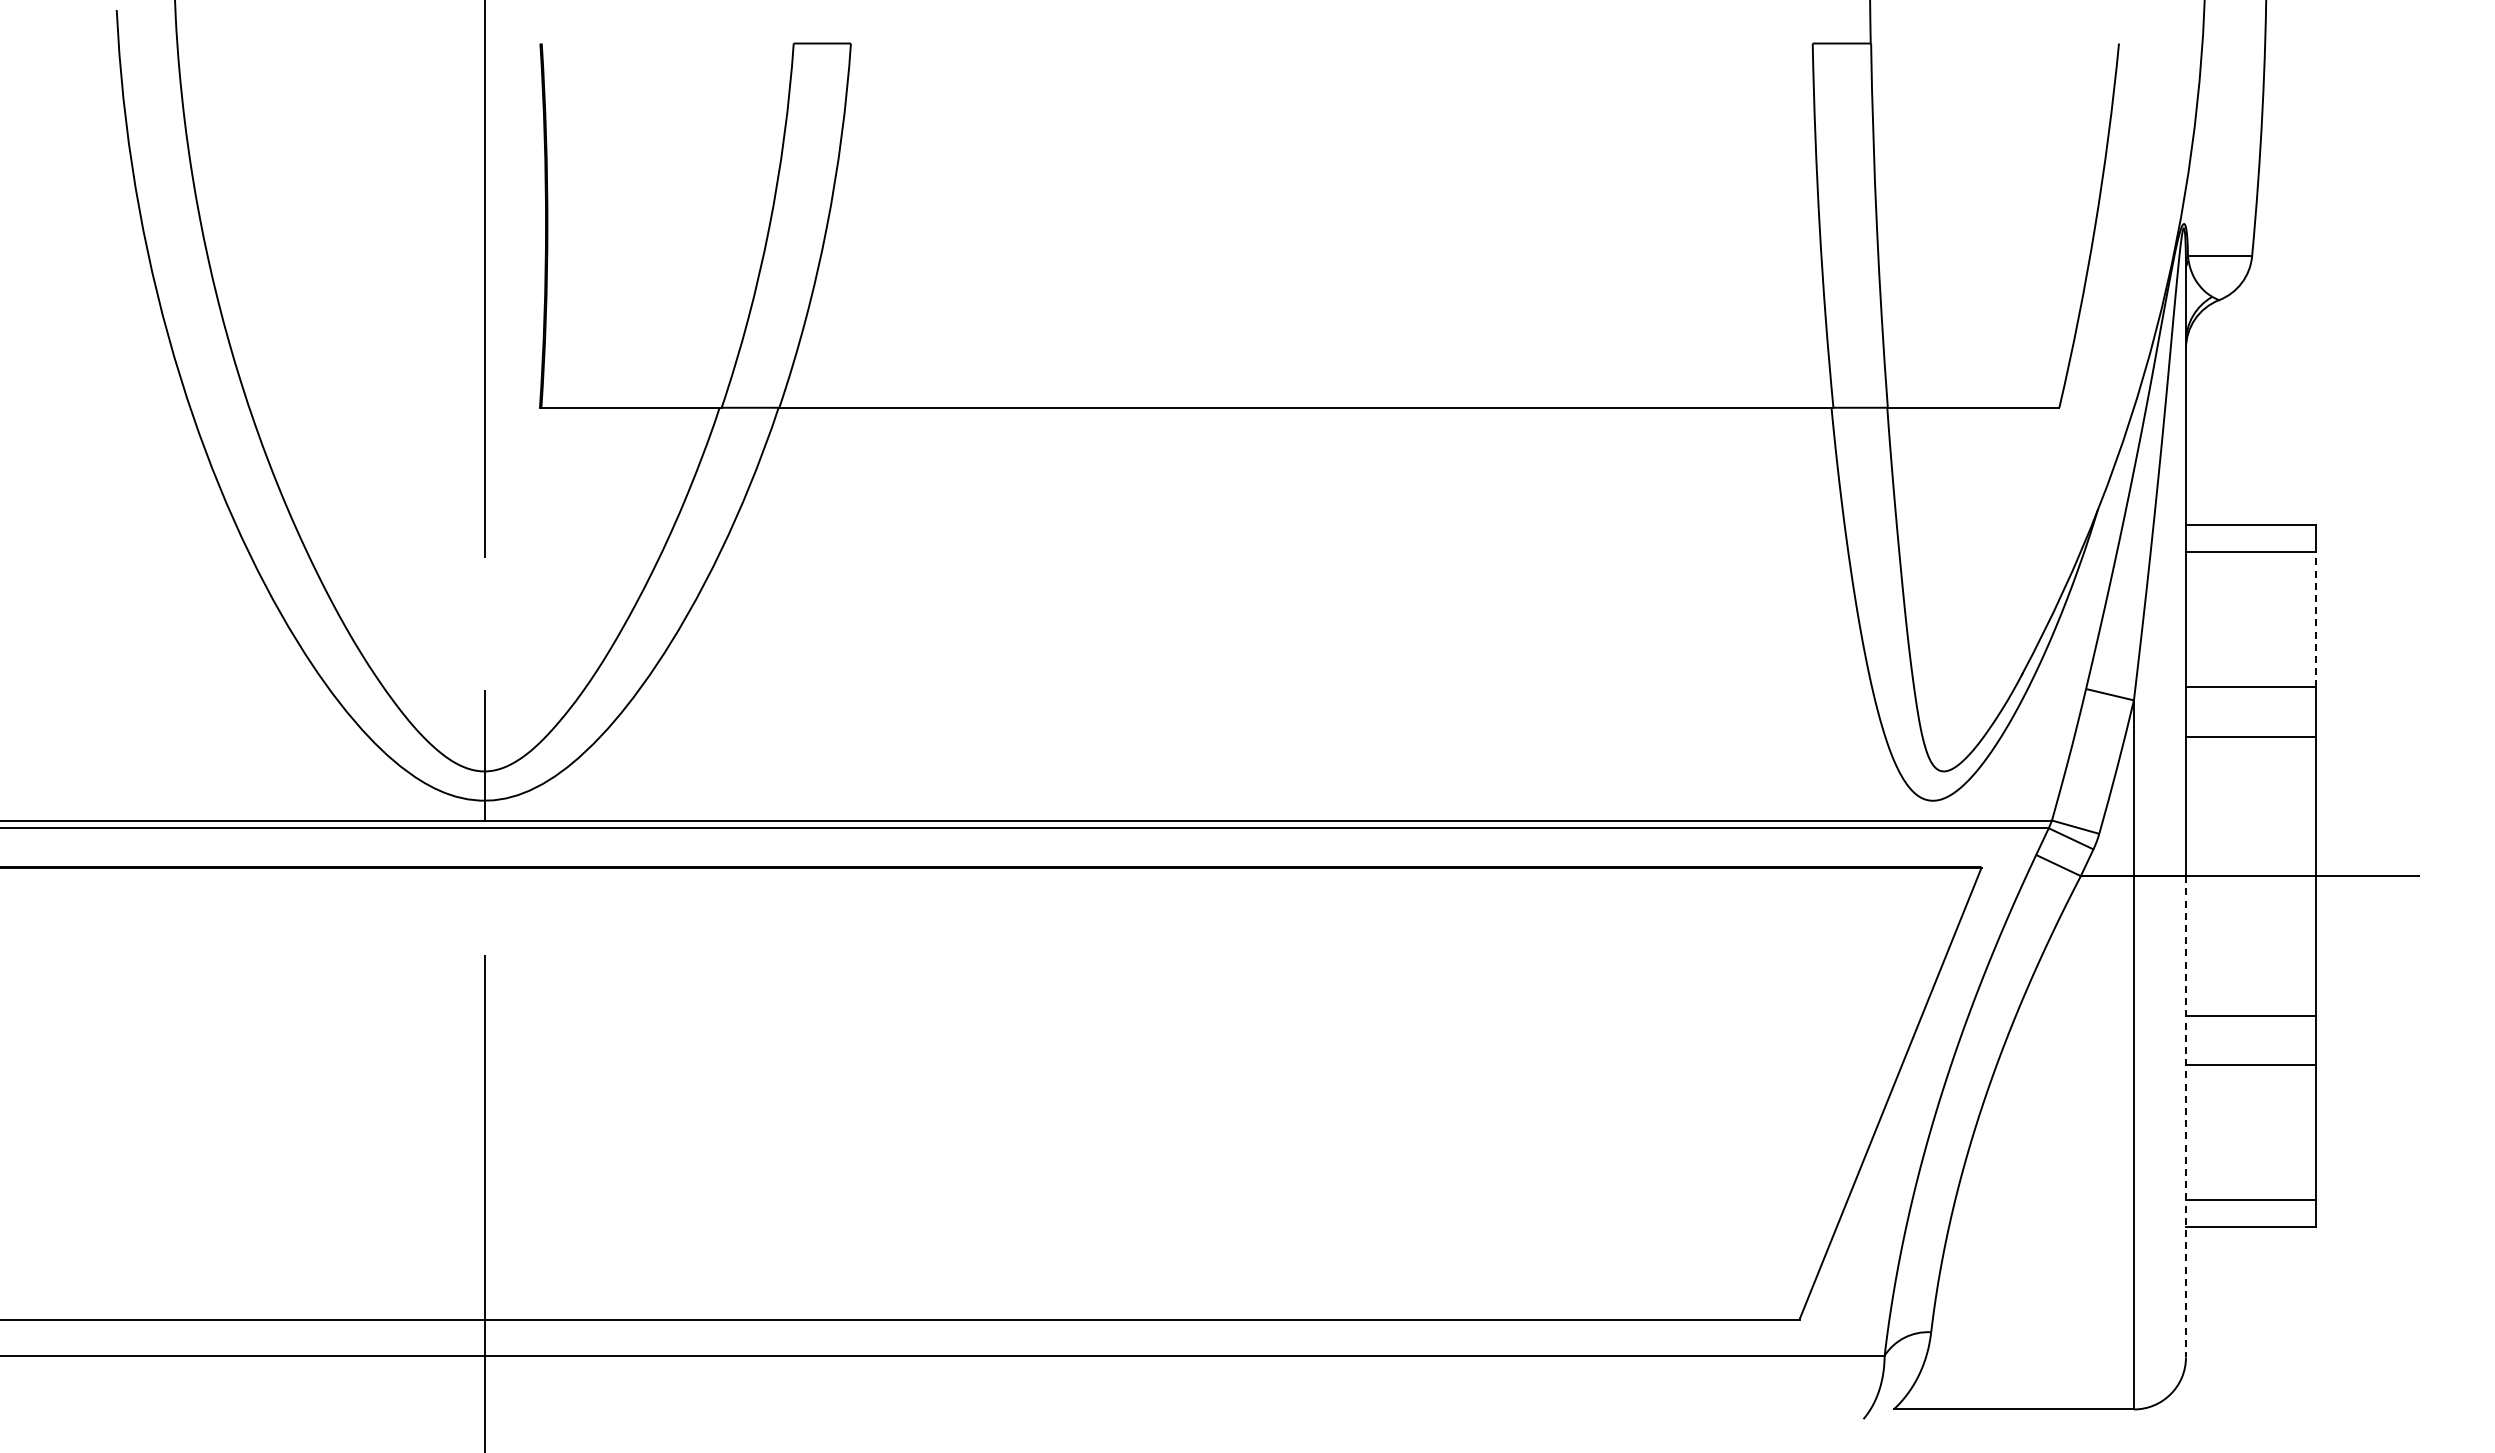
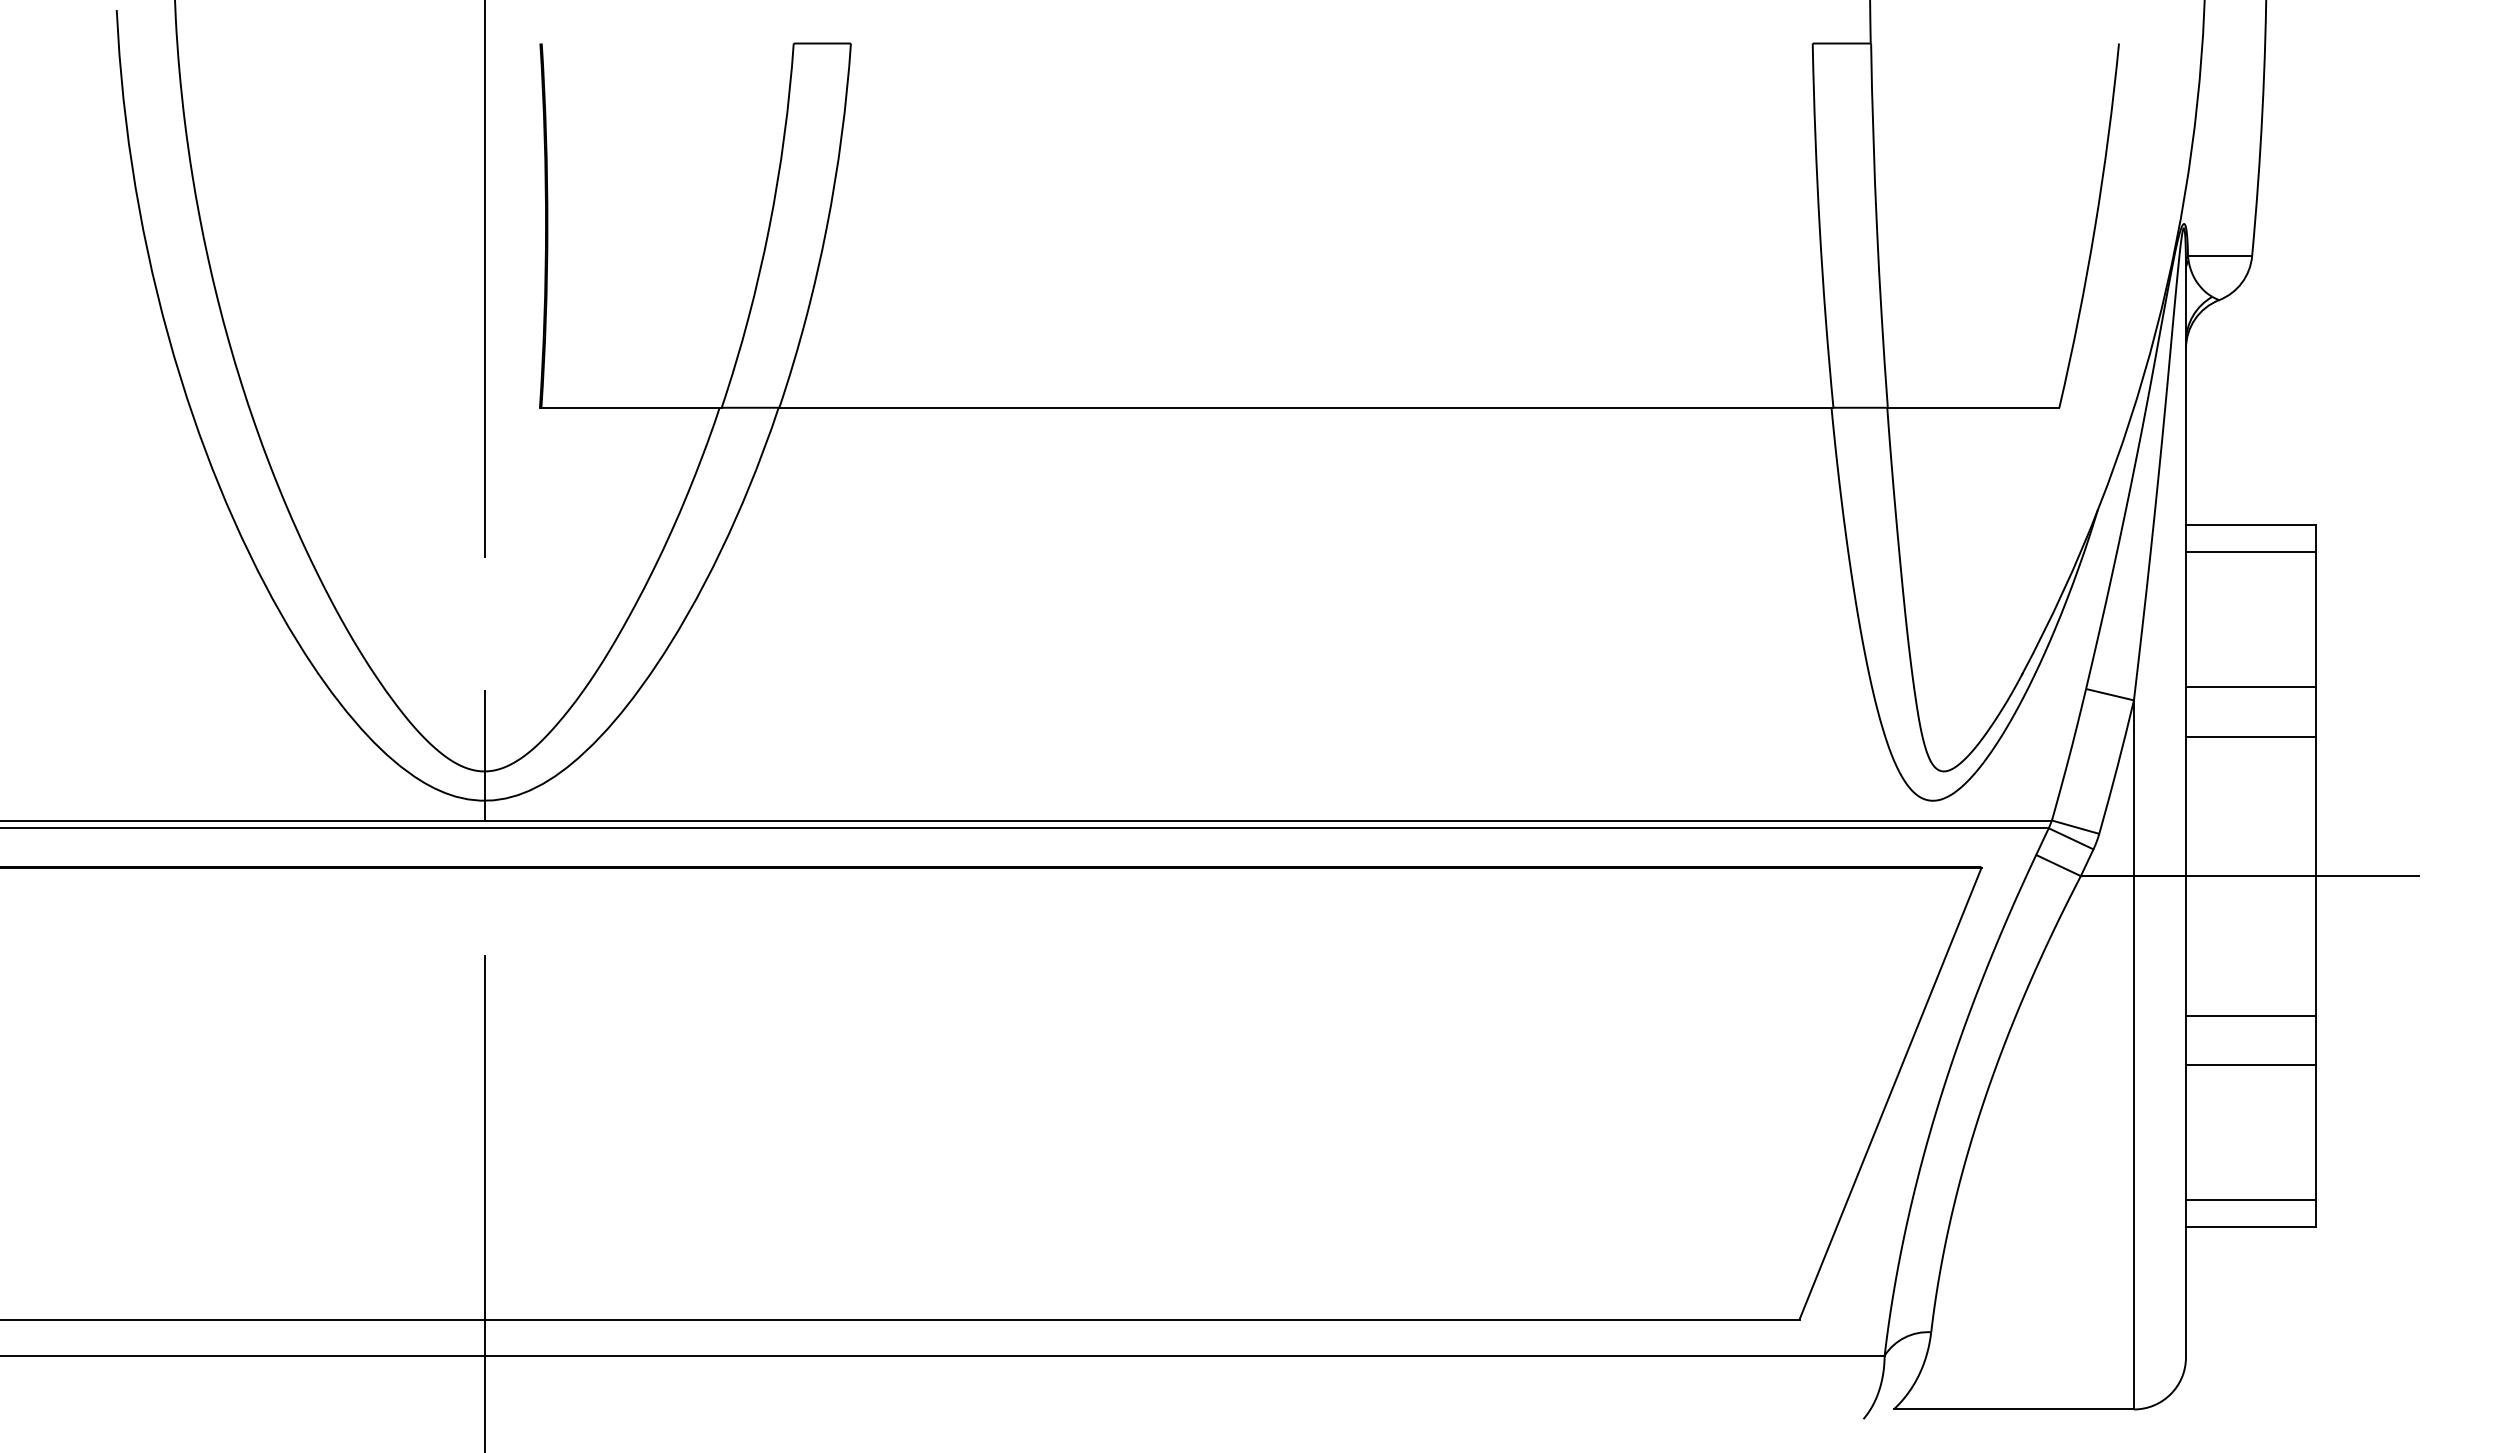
line at (2316, 619): dashed -> solid
line at (2185, 1116): dashed -> solid
